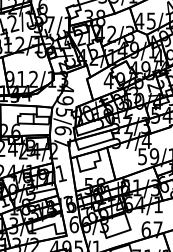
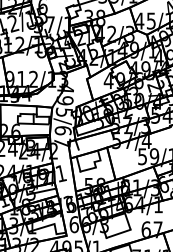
line at (96, 143): present -> none
